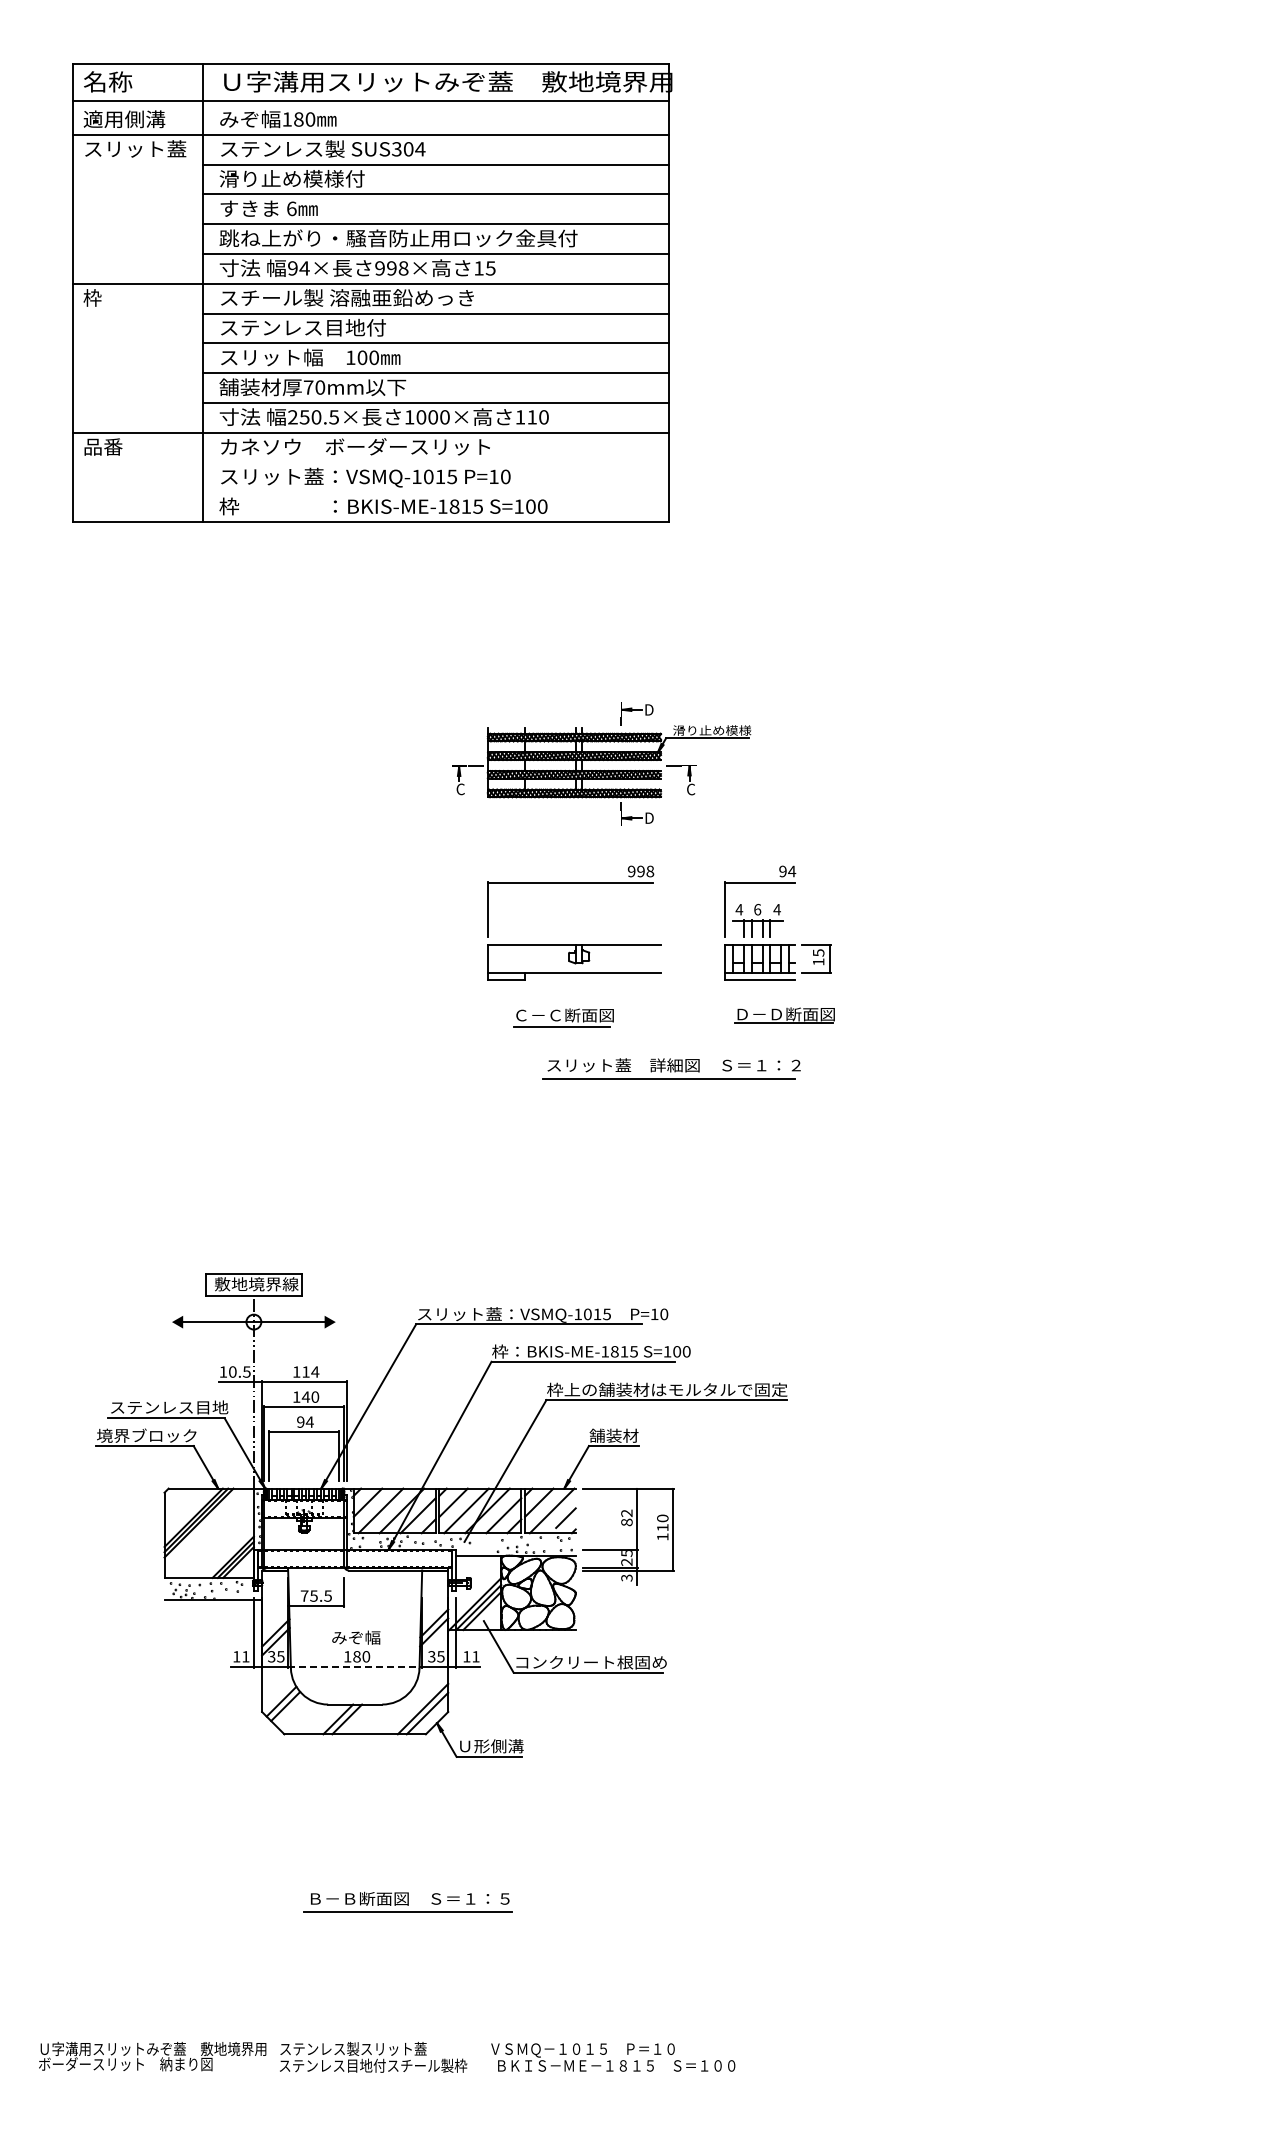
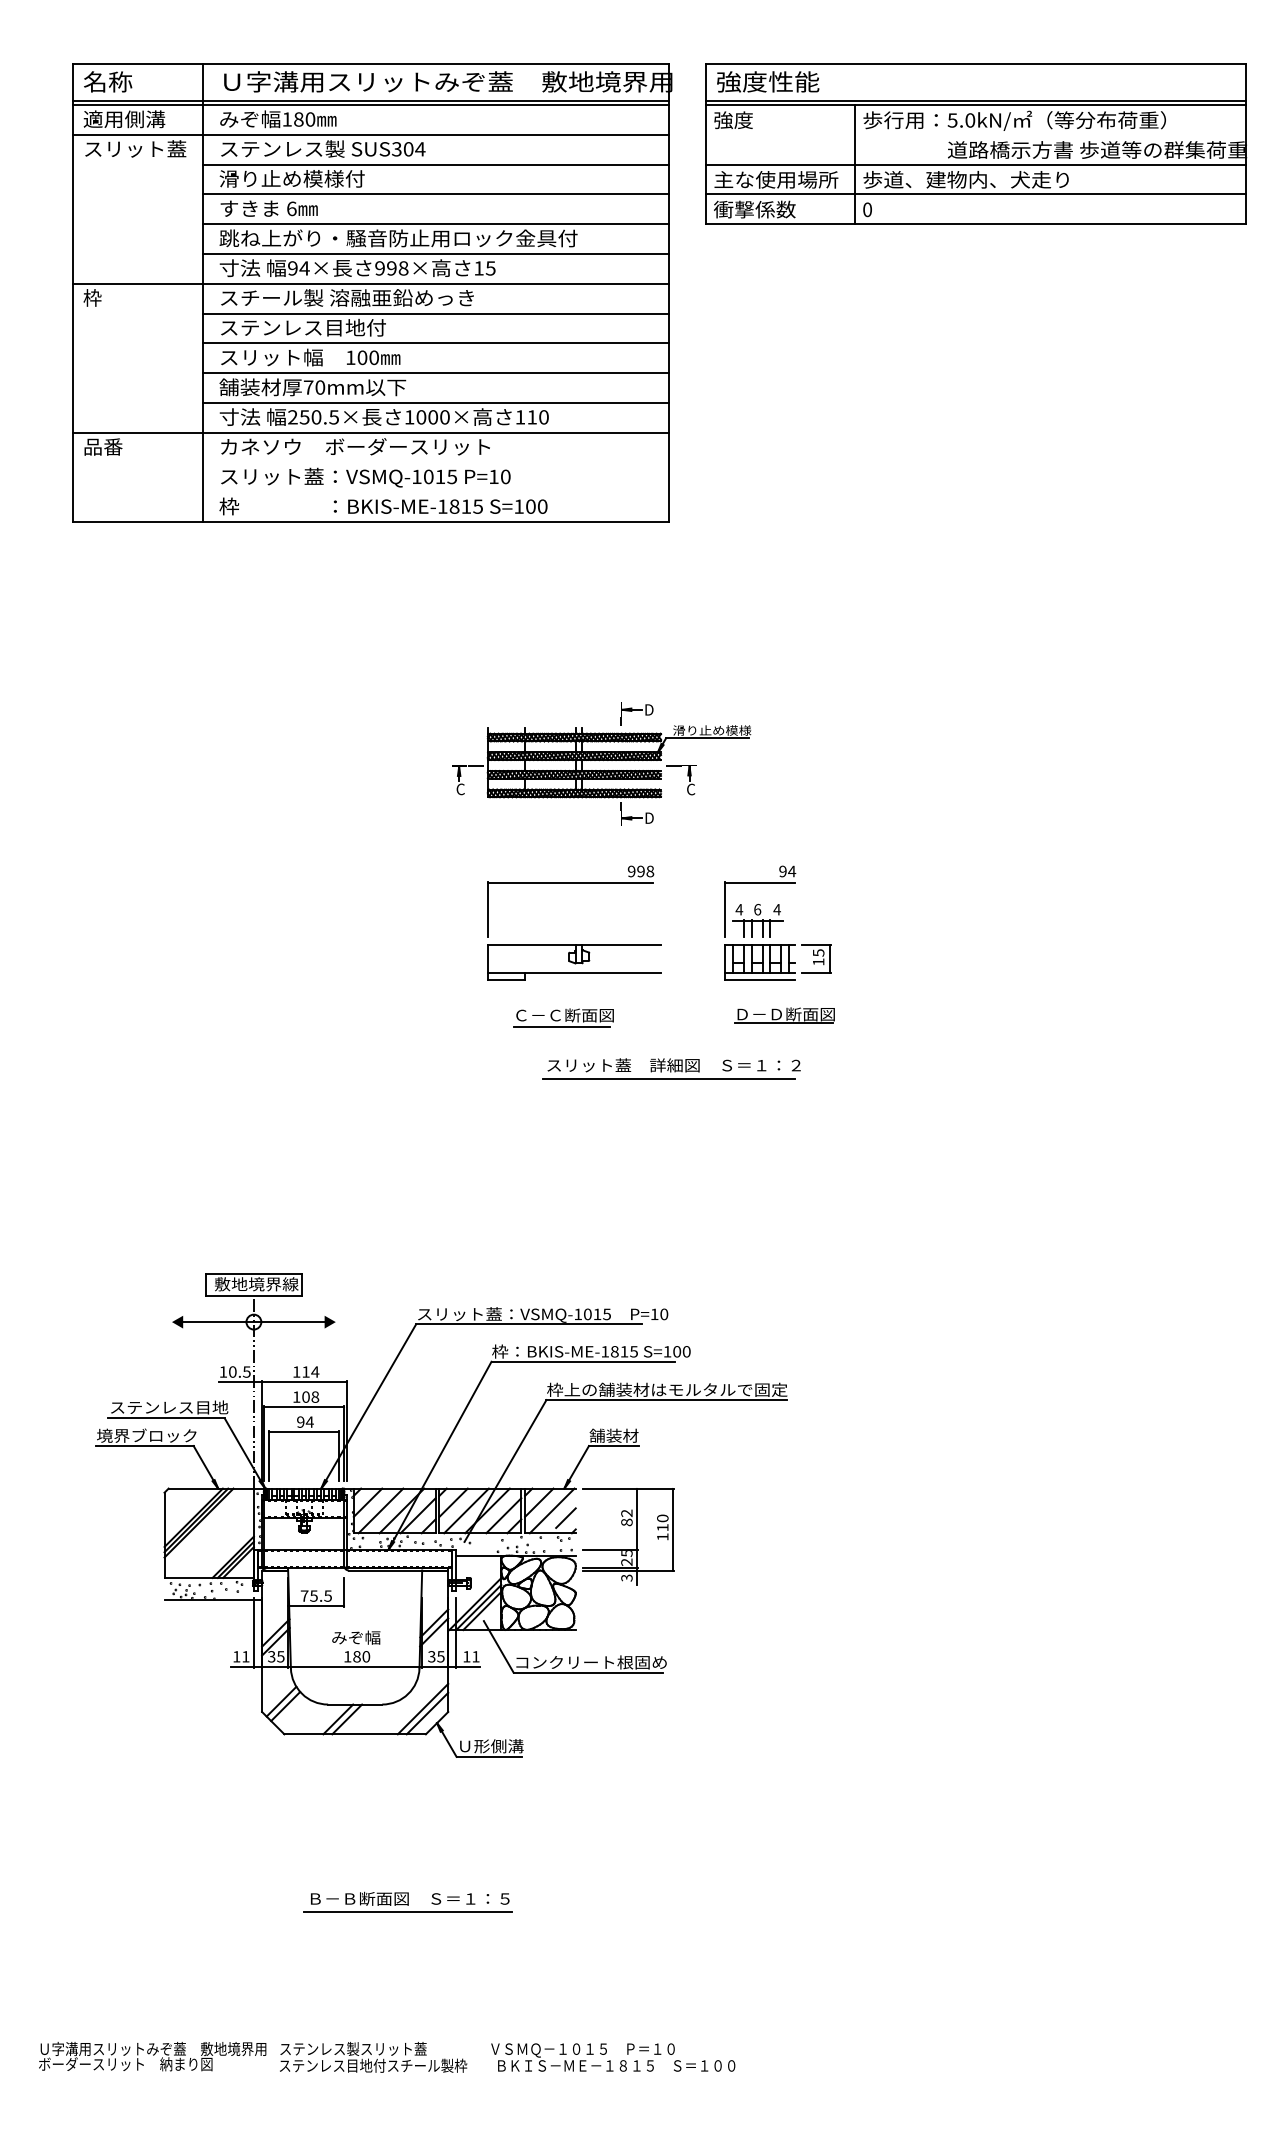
line at (370, 105): none -> present
part at (976, 143): none -> present
text at (310, 1396): 140 -> 108
line at (355, 1666): dashed -> solid
